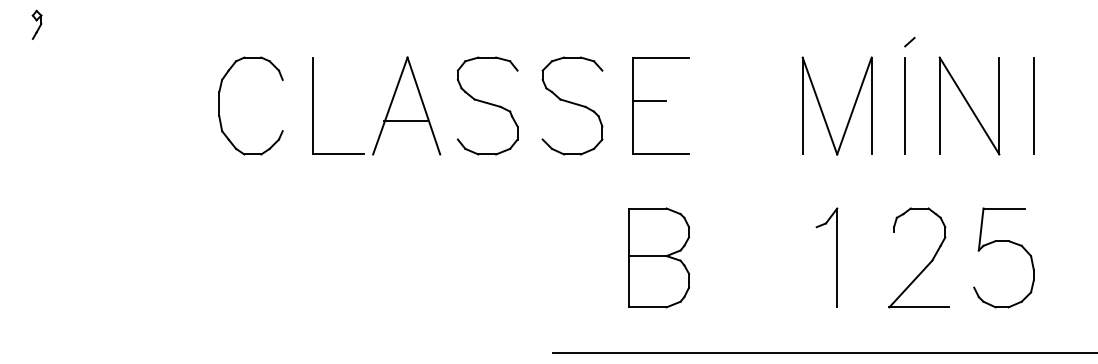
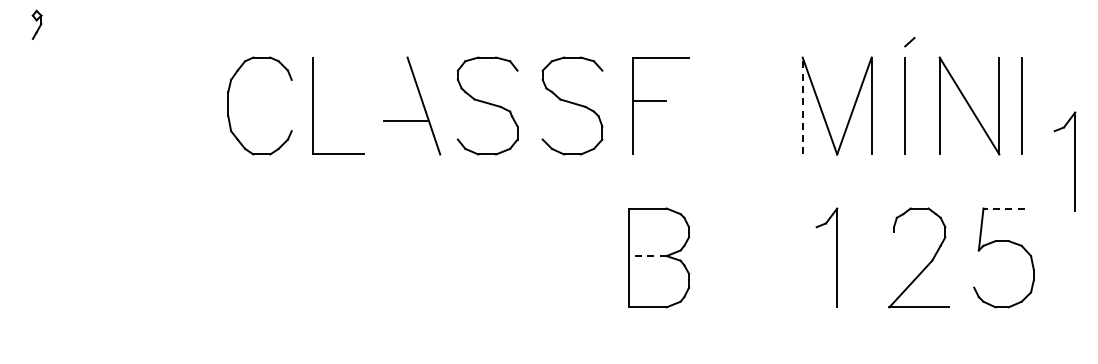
part at (219, 105) position: (219, 105) -> (228, 105)
line at (390, 105): present -> none
line at (802, 105): solid -> dashed
line at (1033, 105) position: (1033, 105) -> (1021, 105)
line at (661, 154): present -> none
part at (1074, 161): none -> present
line at (1003, 208): solid -> dashed
line at (648, 256): solid -> dashed
line at (823, 352): present -> none
